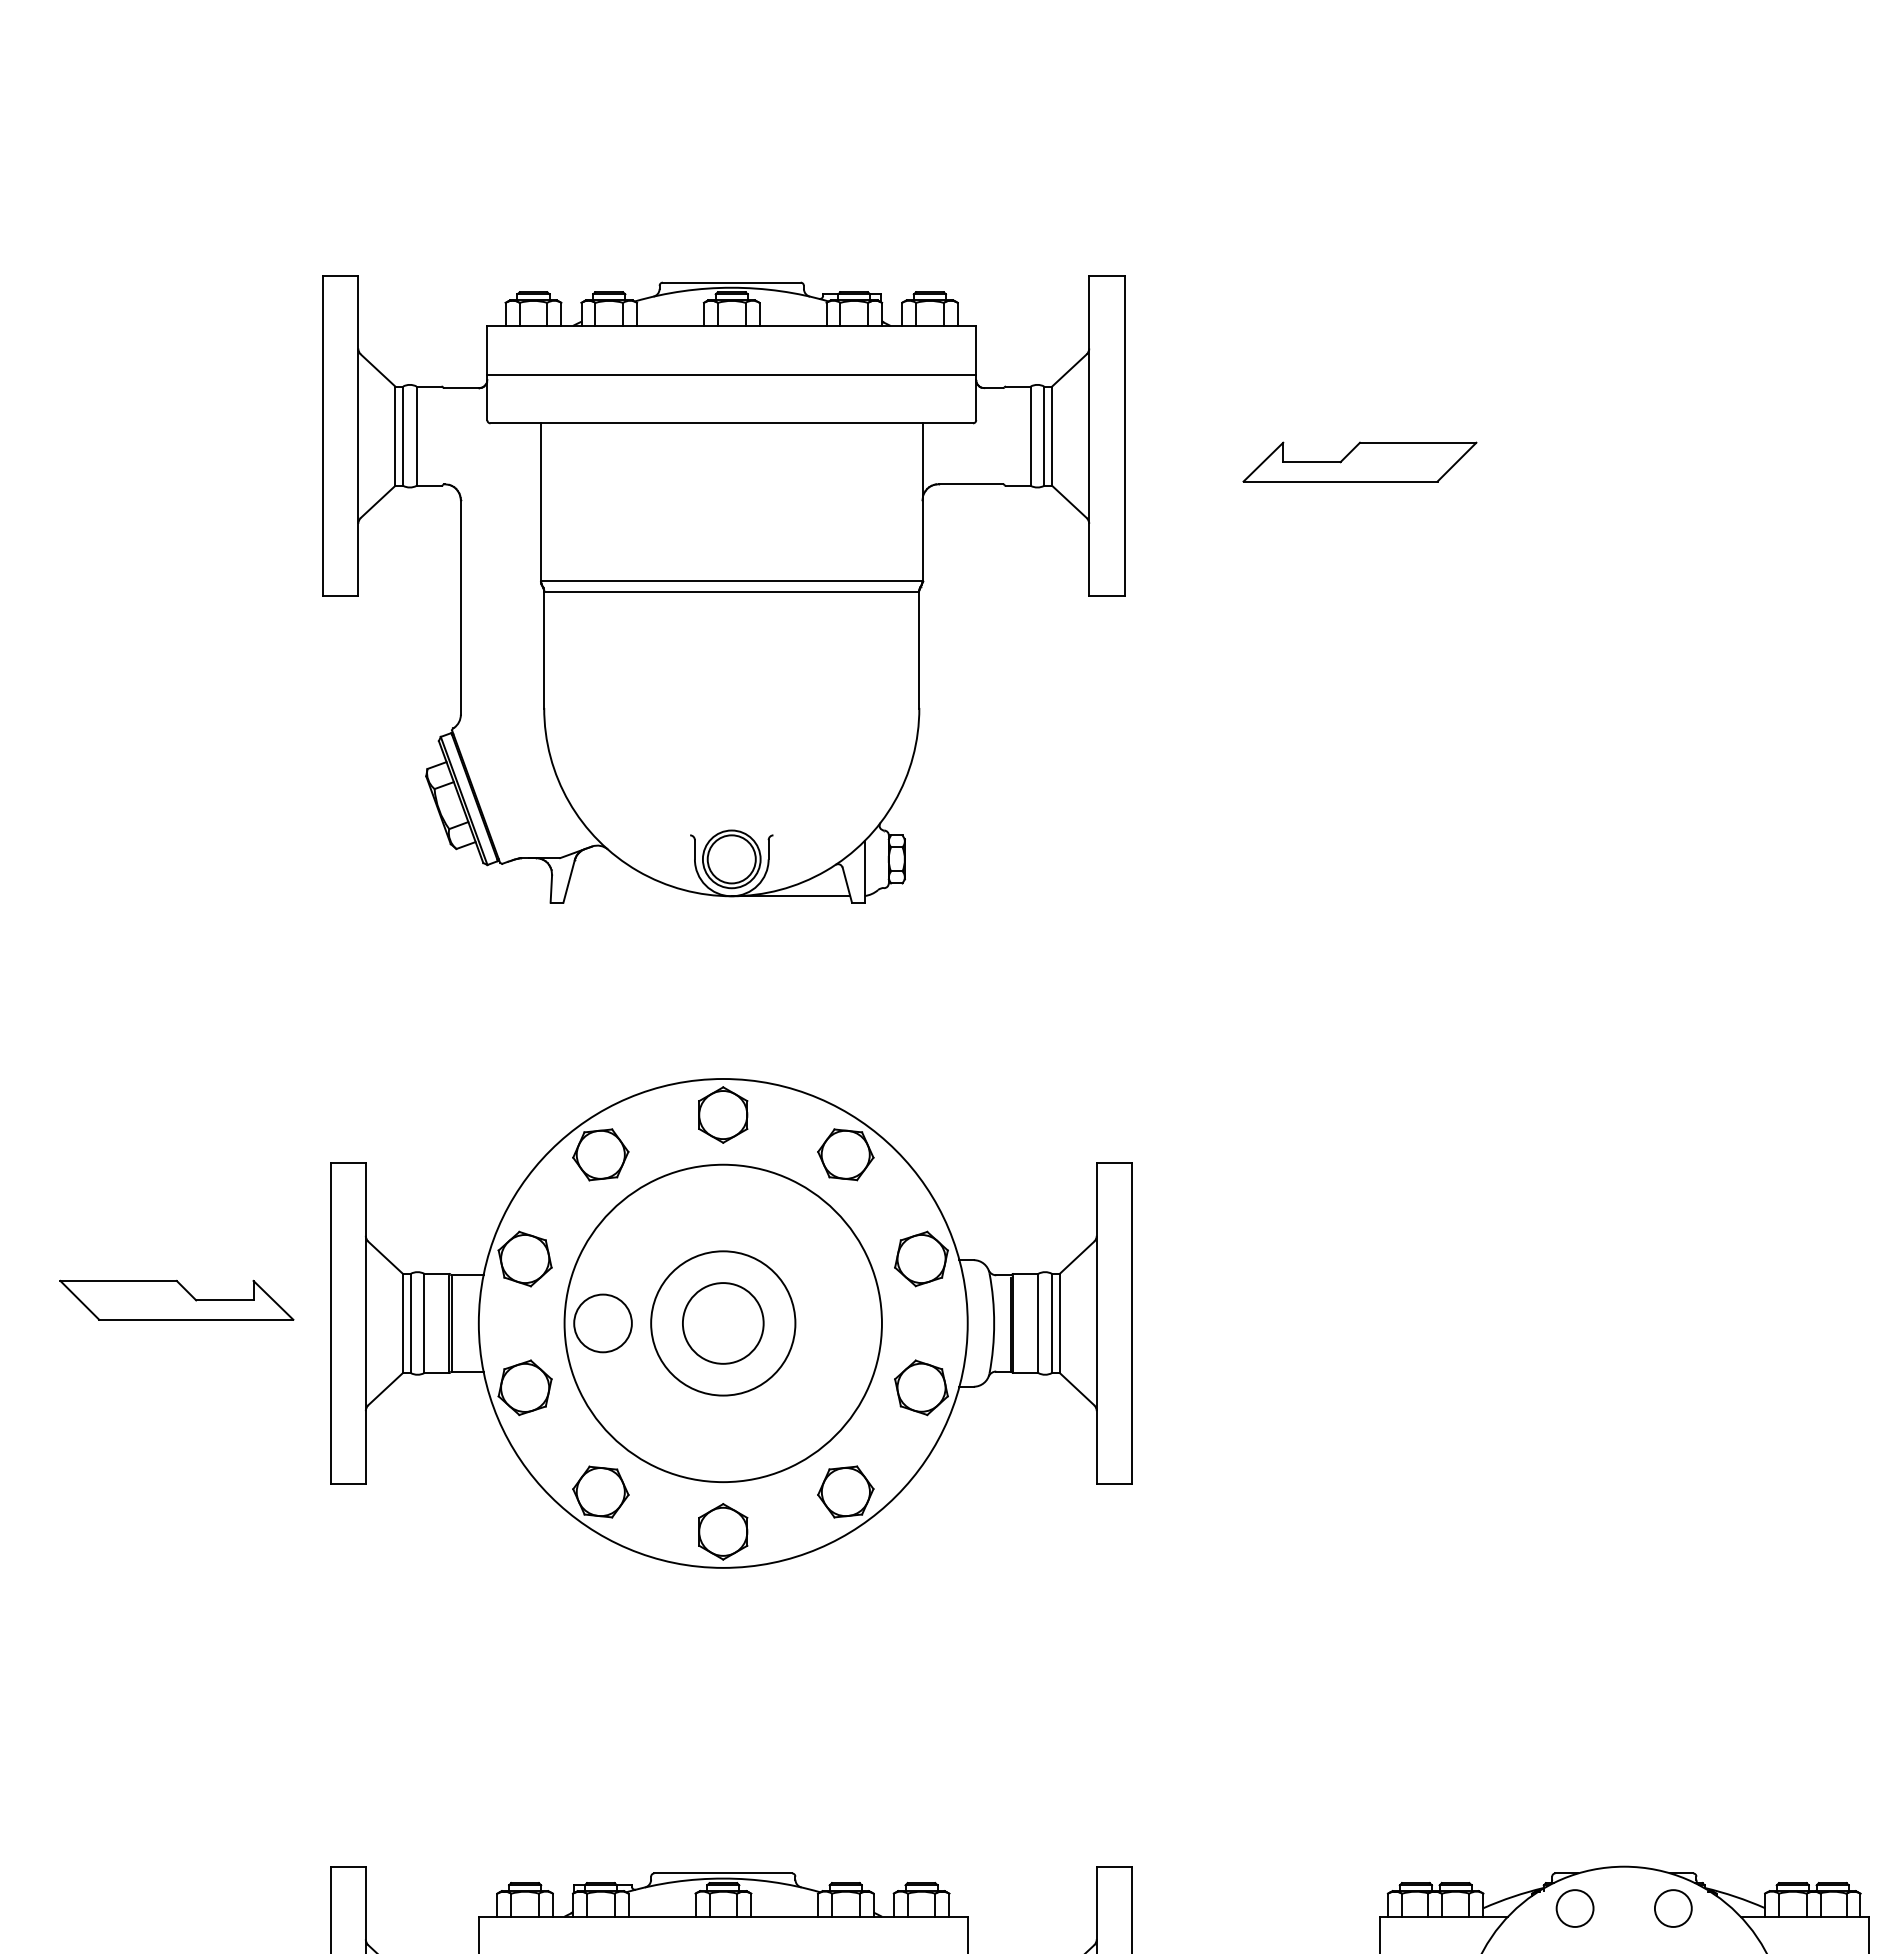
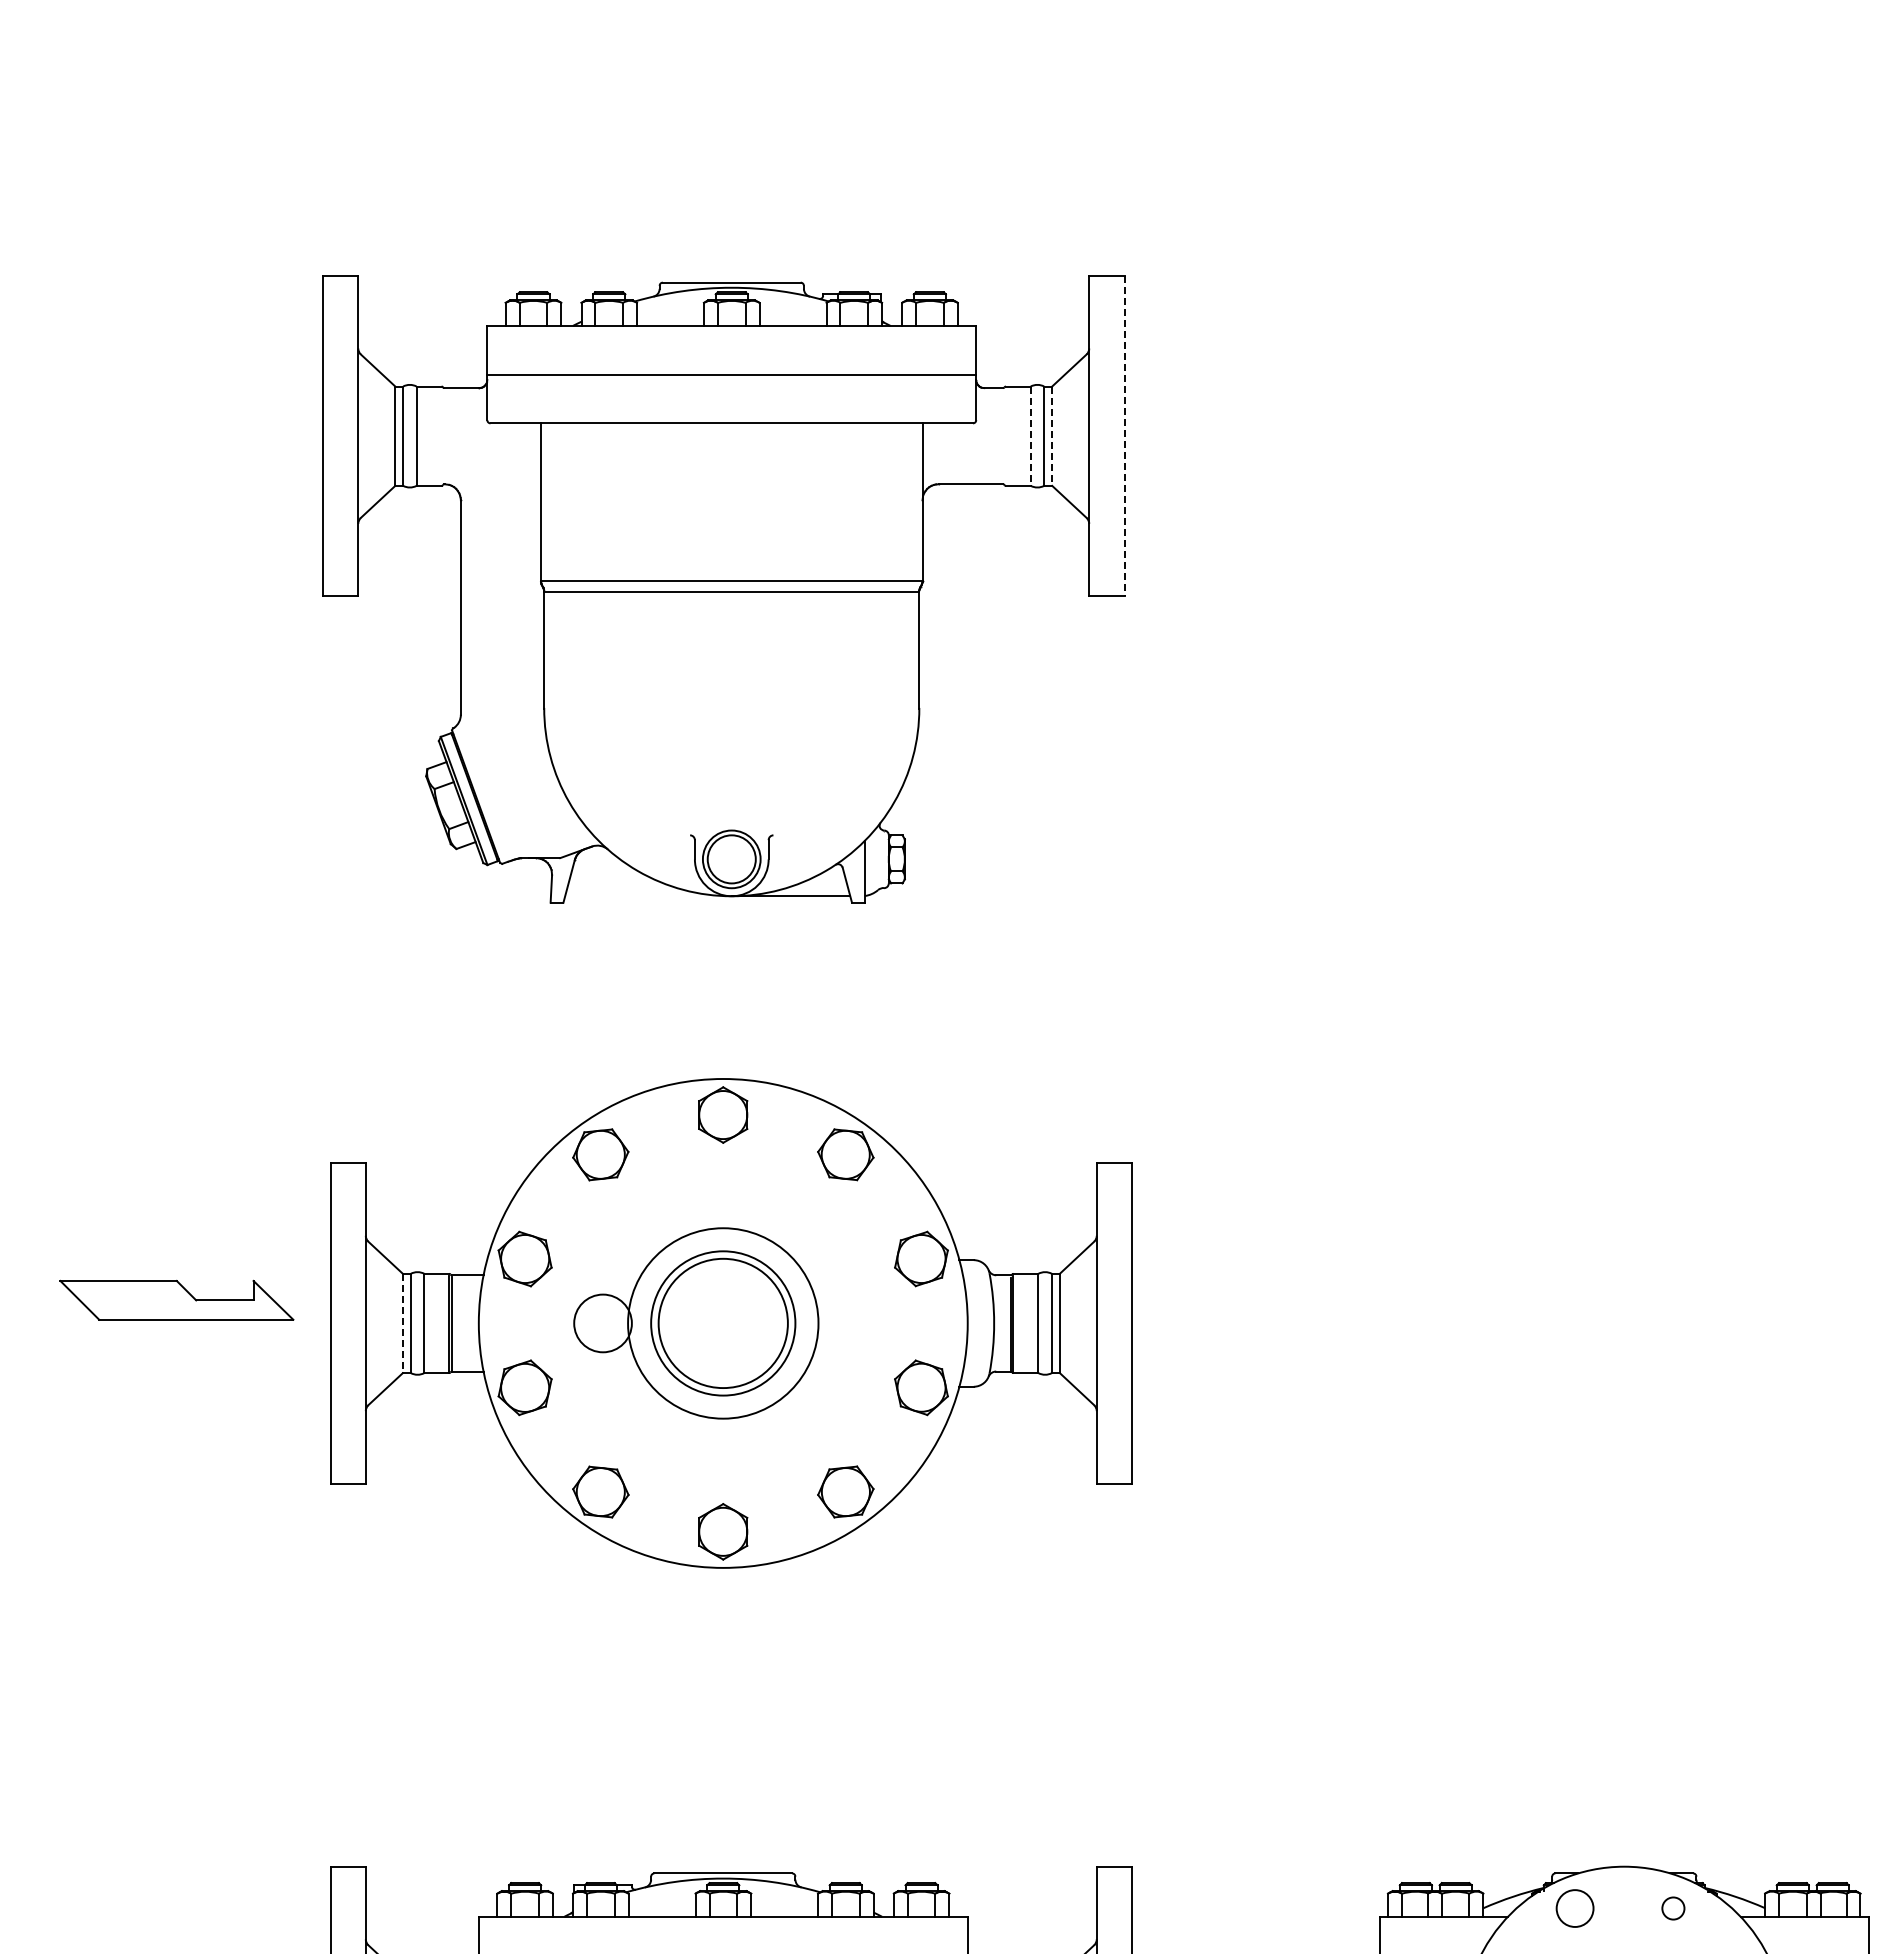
line at (1030, 436): solid -> dashed
line at (1052, 436): solid -> dashed
line at (1124, 436): solid -> dashed
part at (1359, 461): present -> none
line at (402, 1323): solid -> dashed
circle at (722, 1323) diameter: 317 px -> 190 px
circle at (722, 1323) diameter: 81 px -> 129 px
circle at (1673, 1908) size: 39x39 px -> 25x25 px
